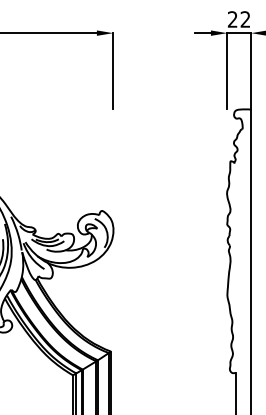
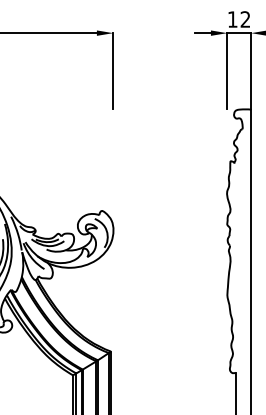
text at (232, 19): 22 -> 12
